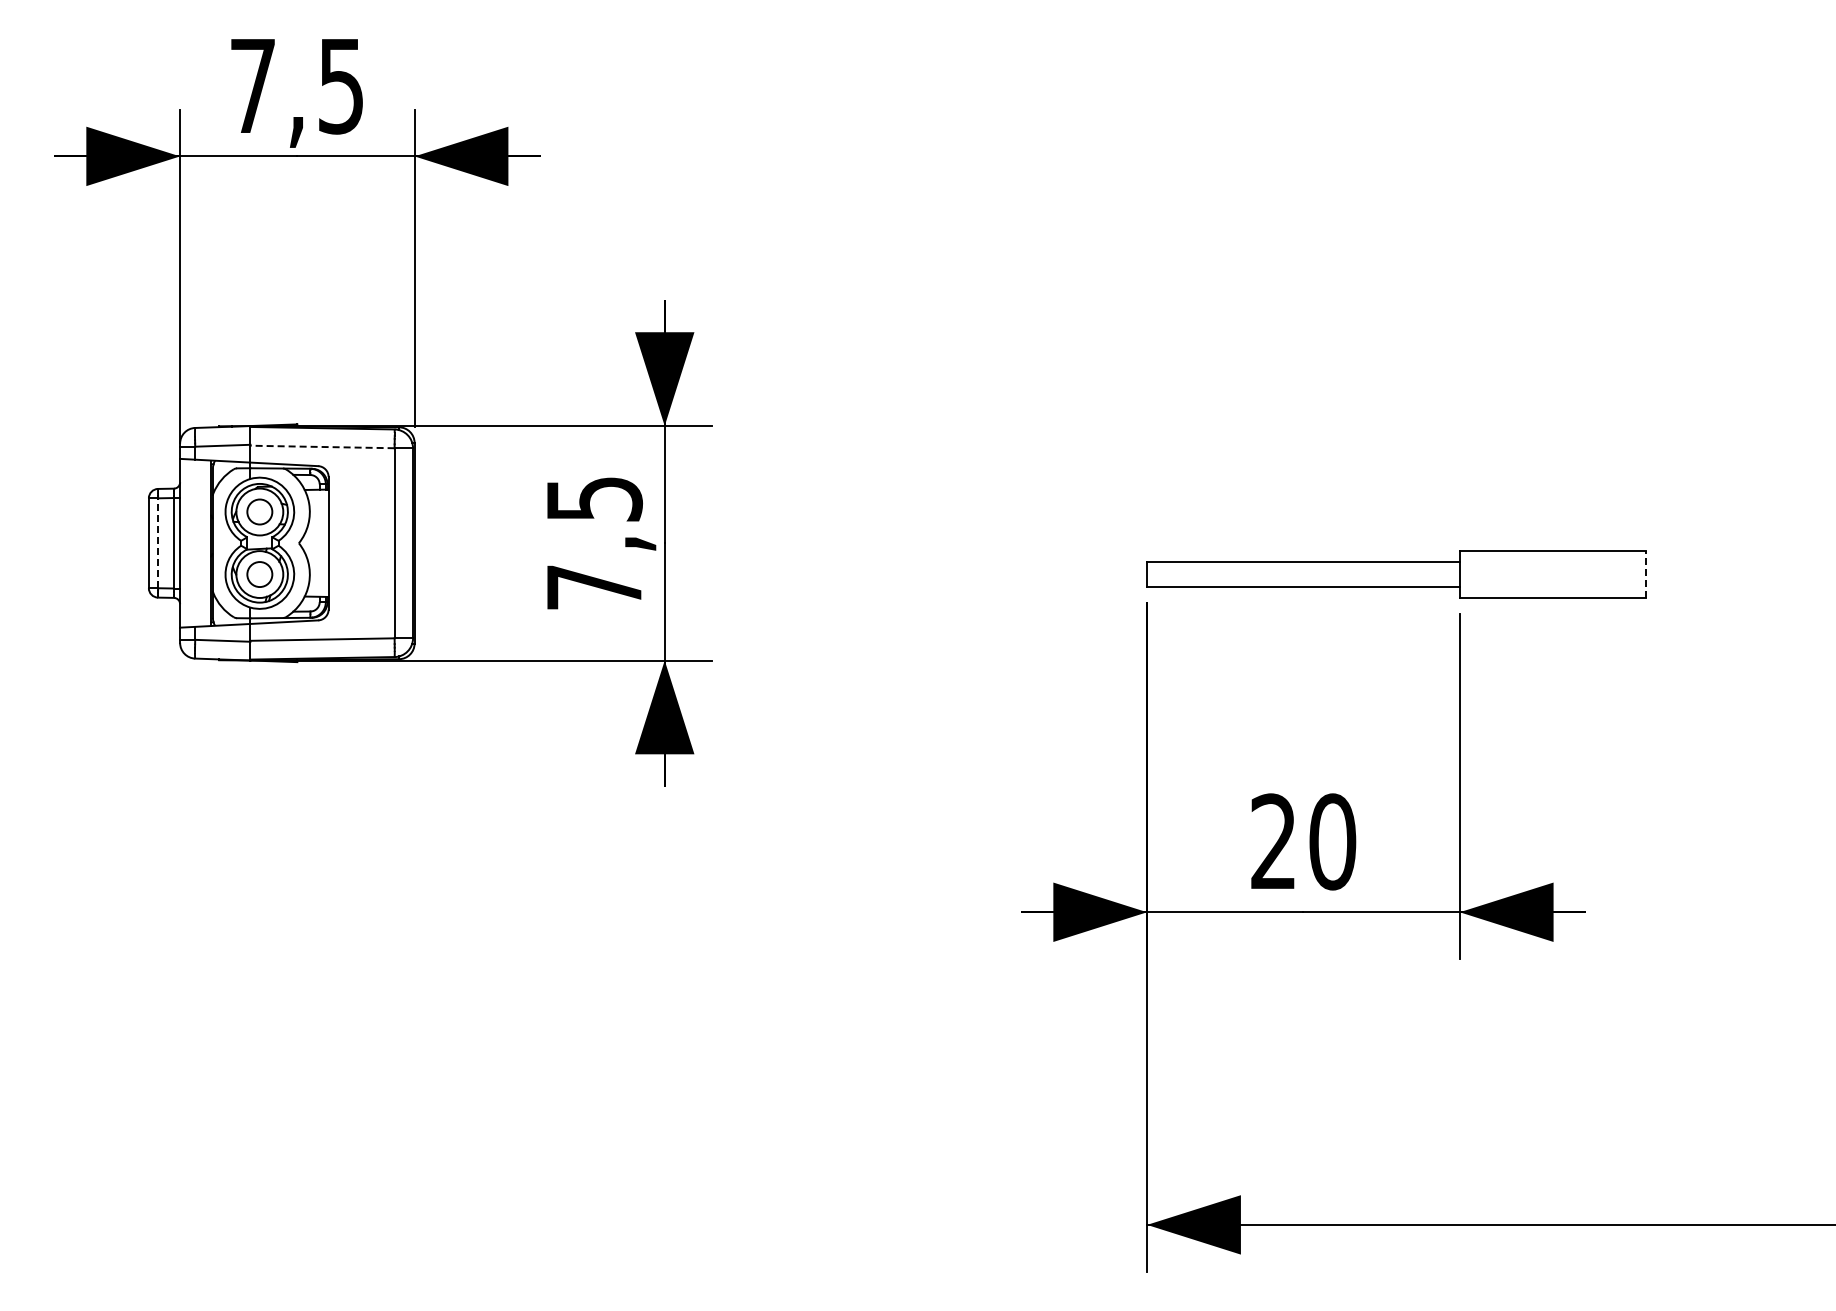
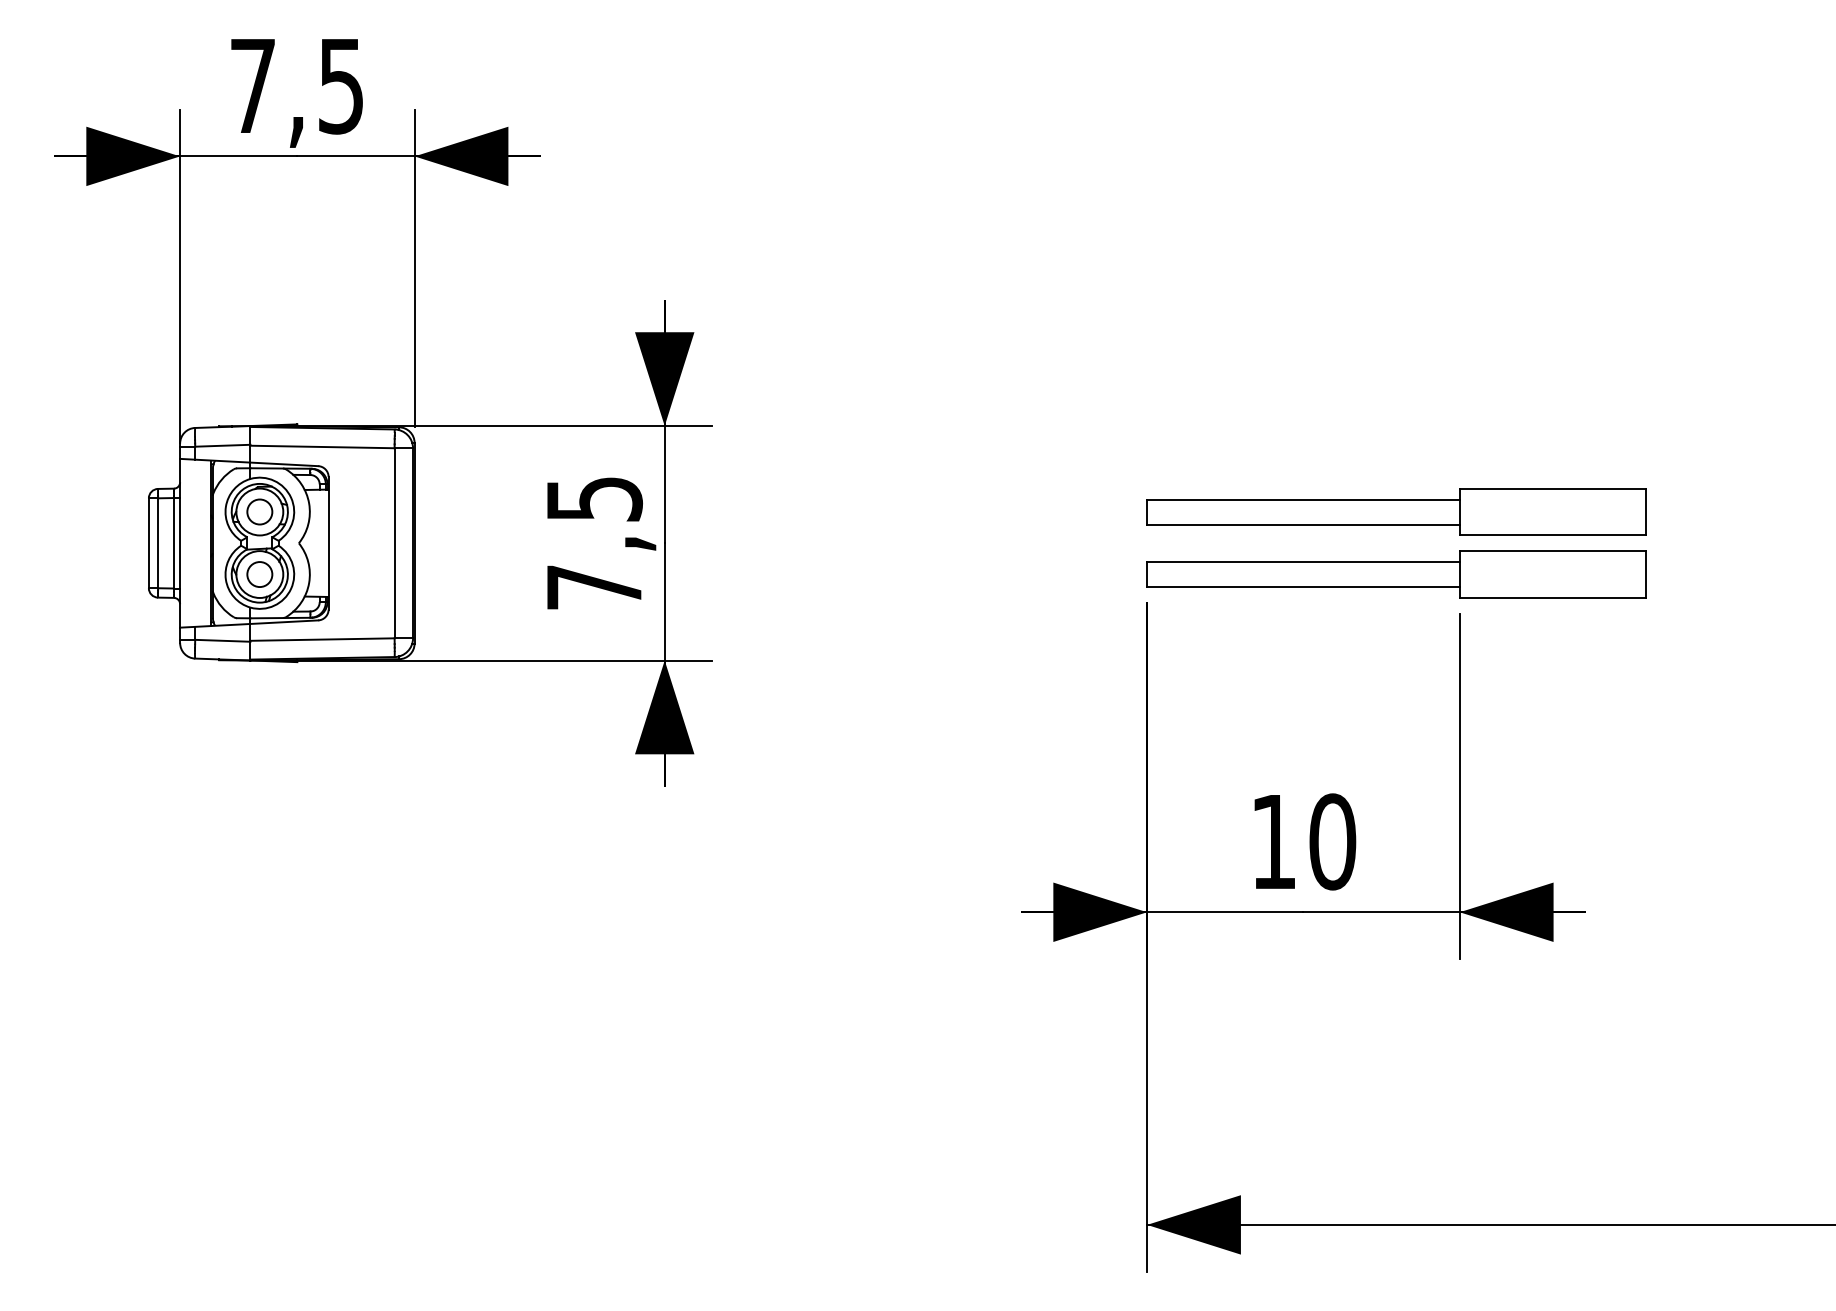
line at (322, 446): dashed -> solid
part at (1396, 511): none -> present
line at (158, 543): dashed -> solid
line at (1646, 574): dashed -> solid
text at (1272, 840): 20 -> 10
